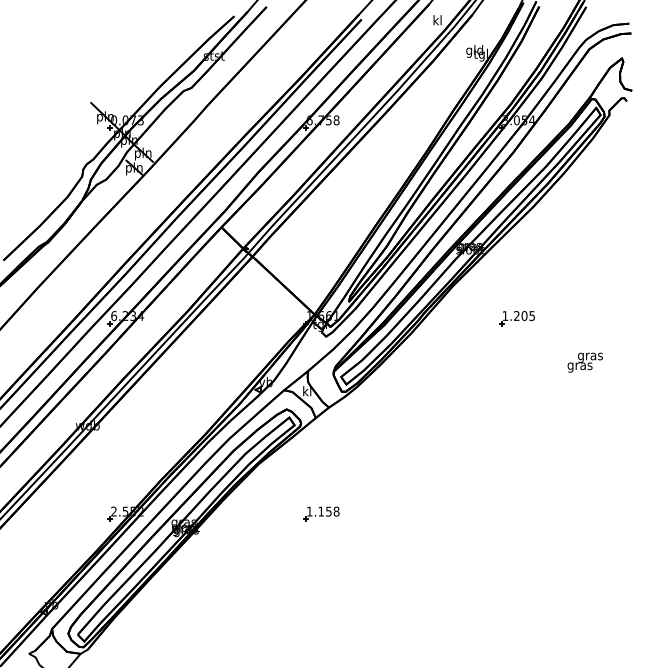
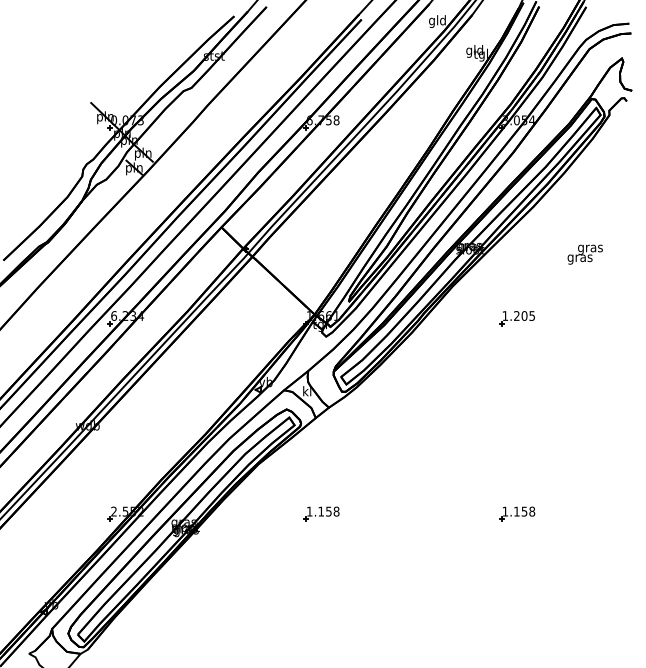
text at (437, 21): kl -> gld
text at (584, 362) position: (584, 362) -> (584, 254)
part at (517, 513): none -> present
